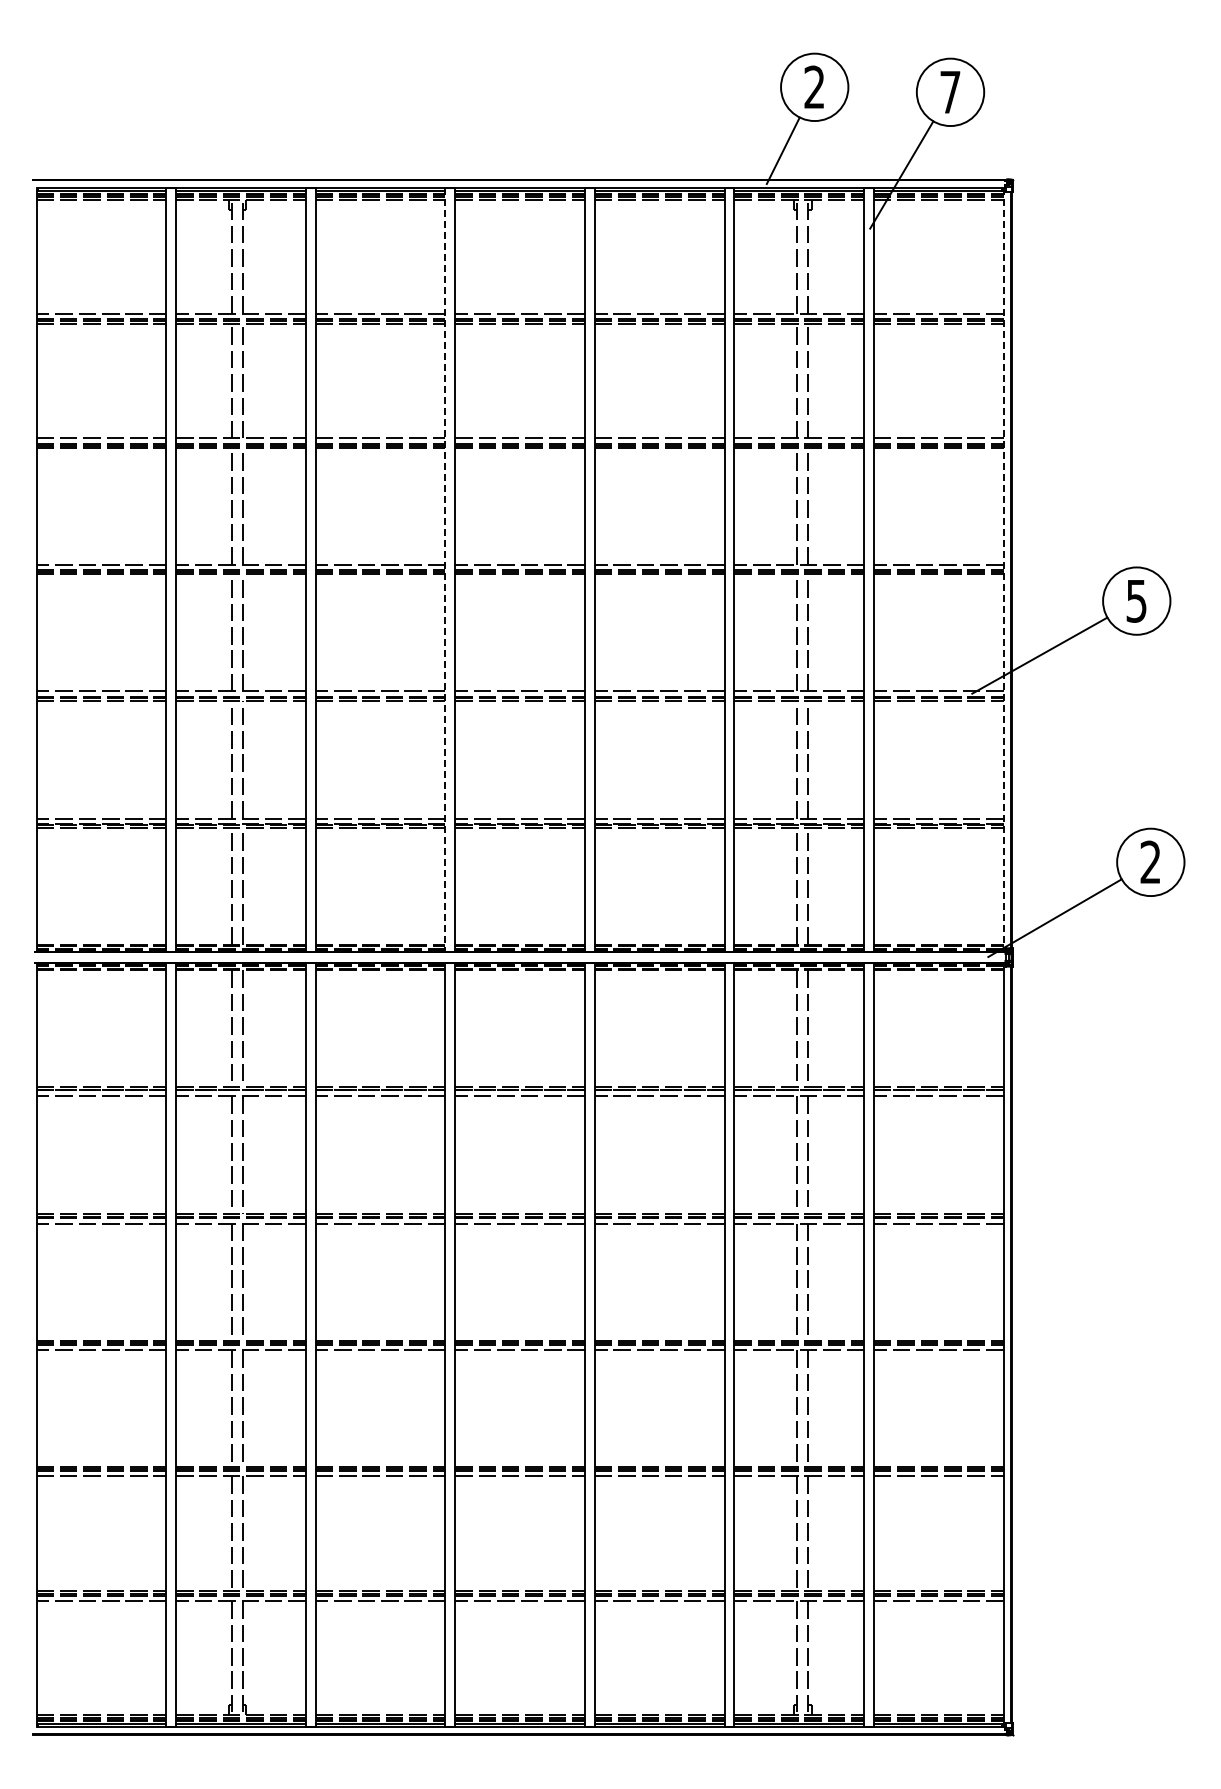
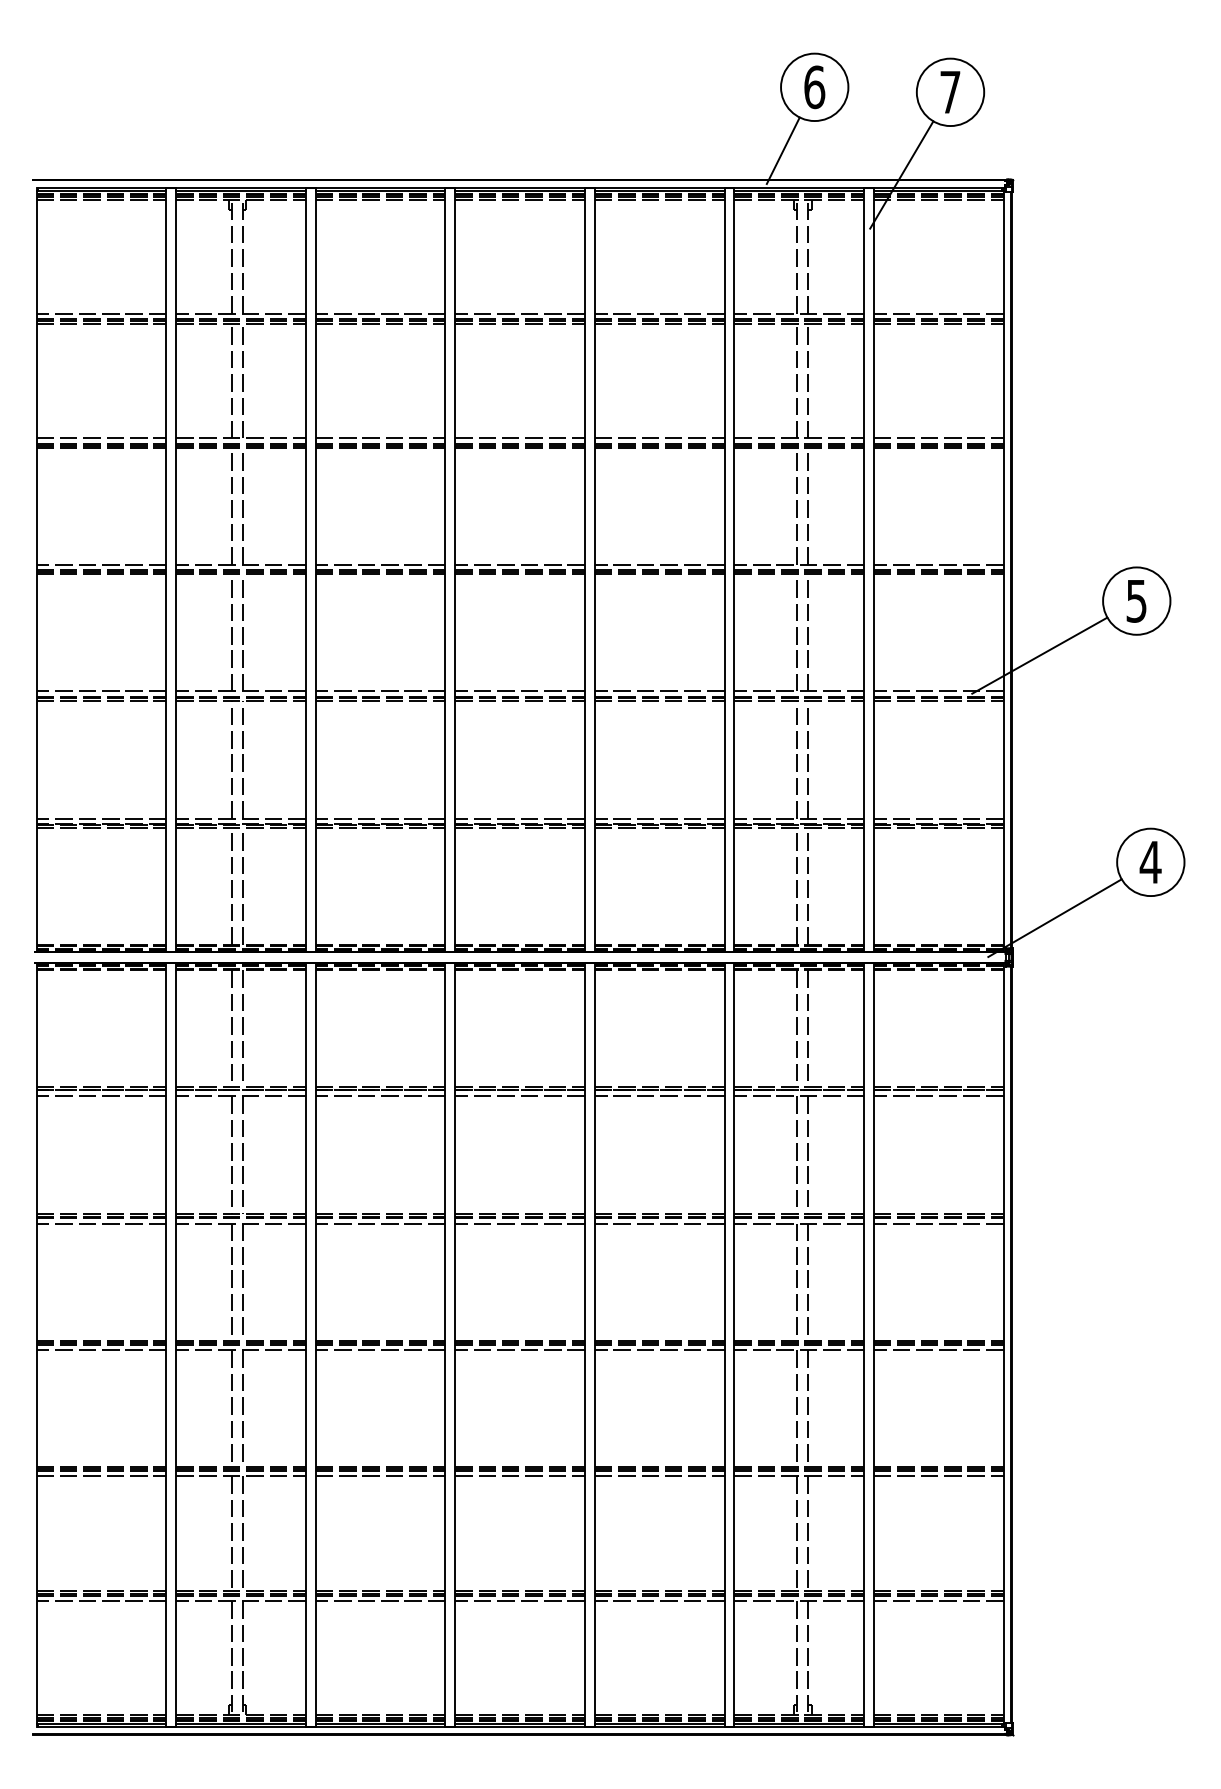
text at (814, 87): 2 -> 6
line at (445, 570): dashed -> solid
line at (1003, 570): dashed -> solid
text at (1150, 861): 2 -> 4
